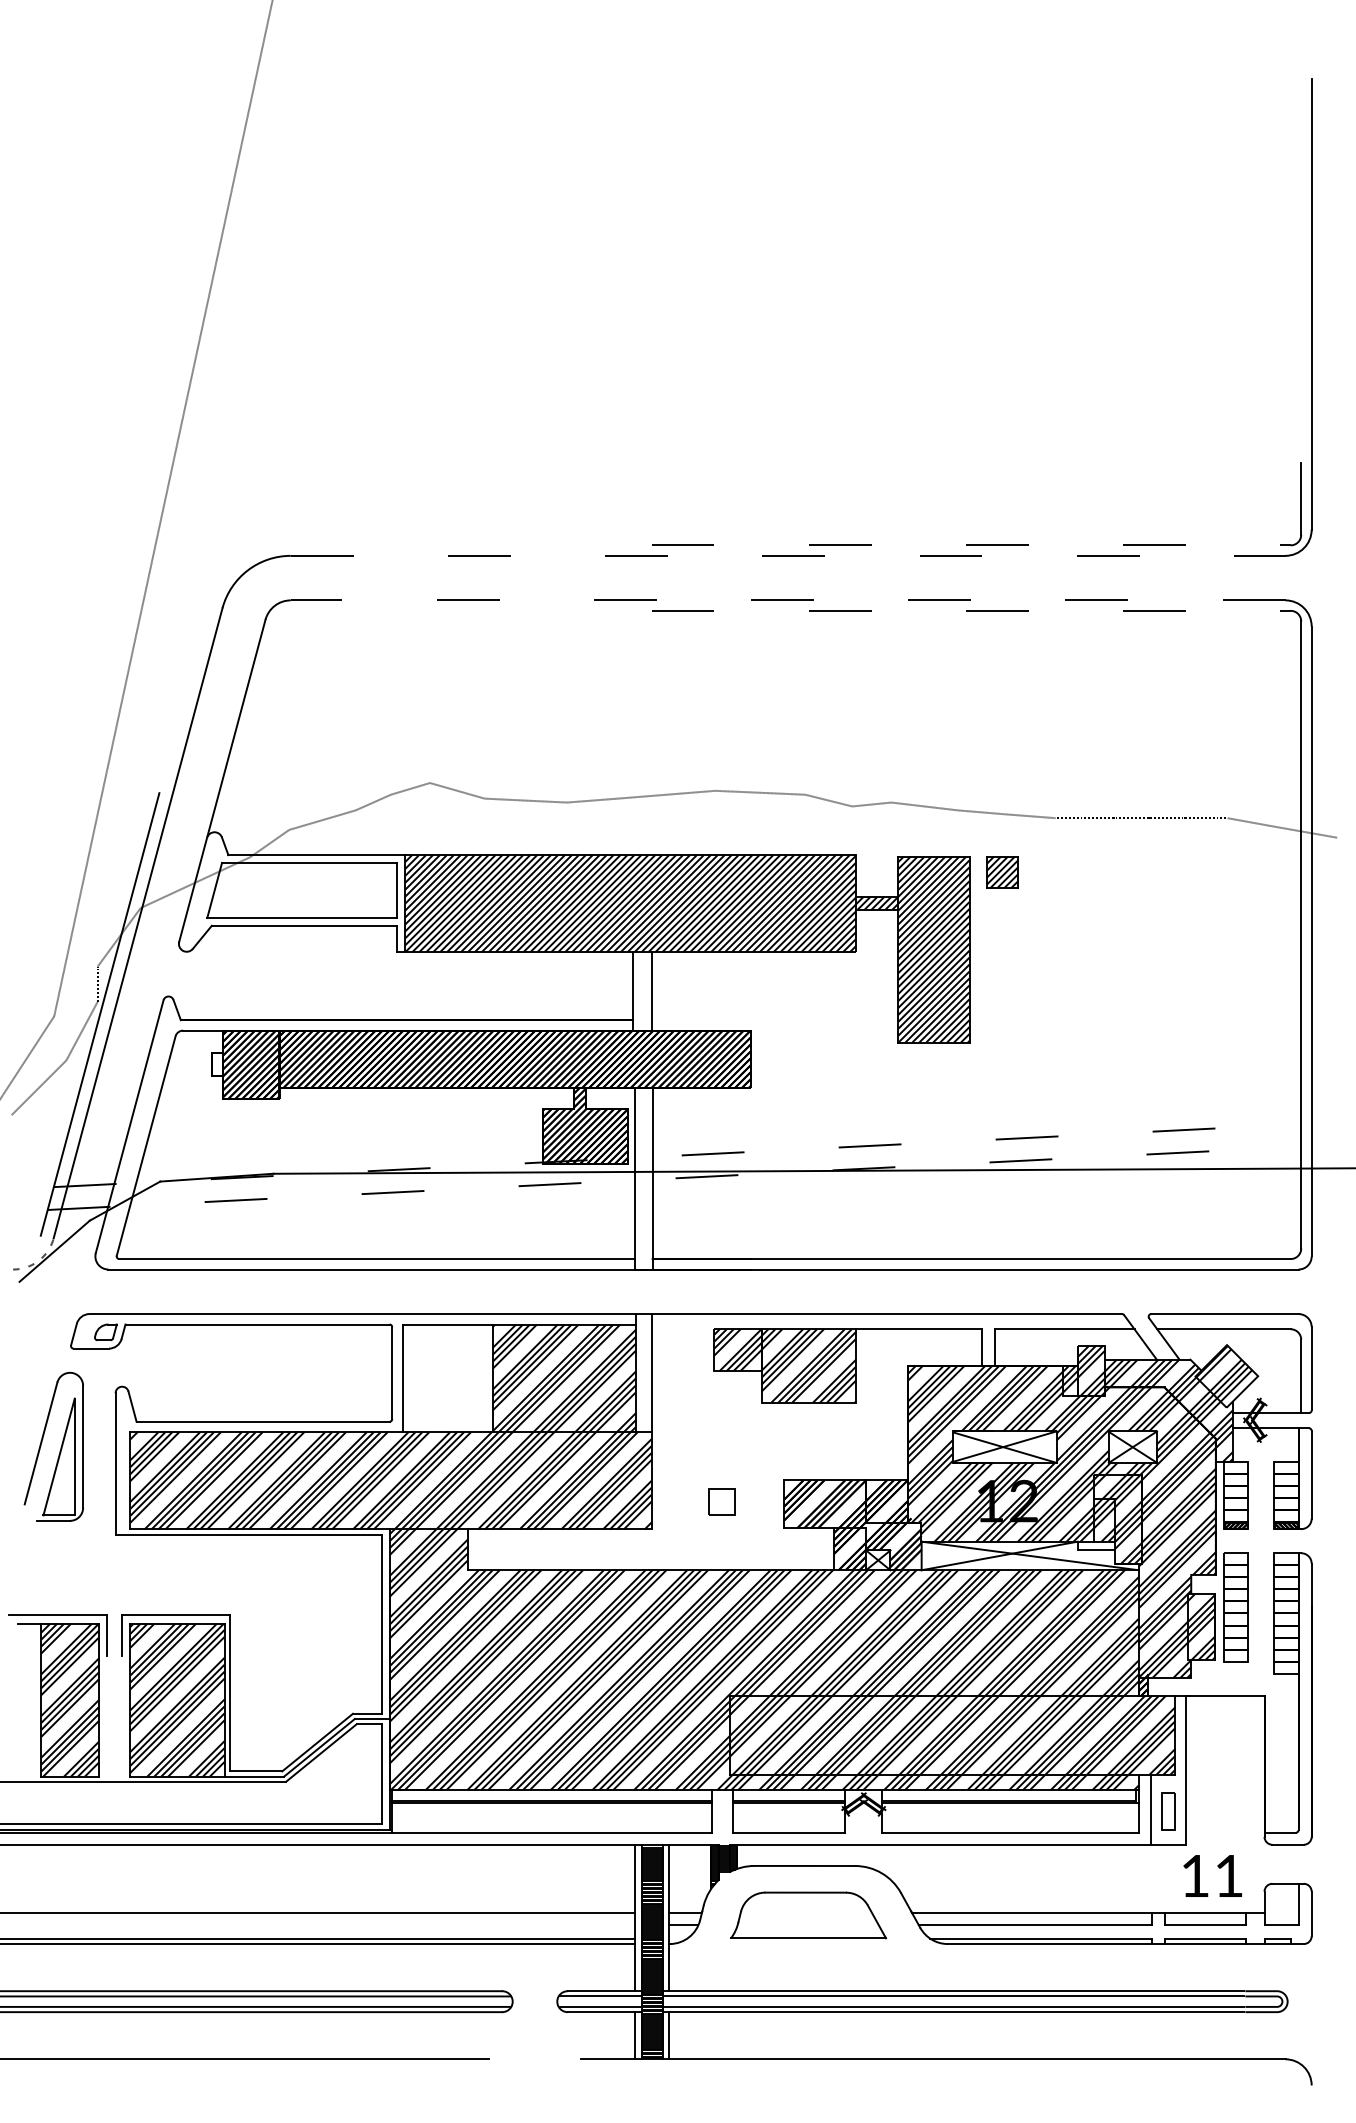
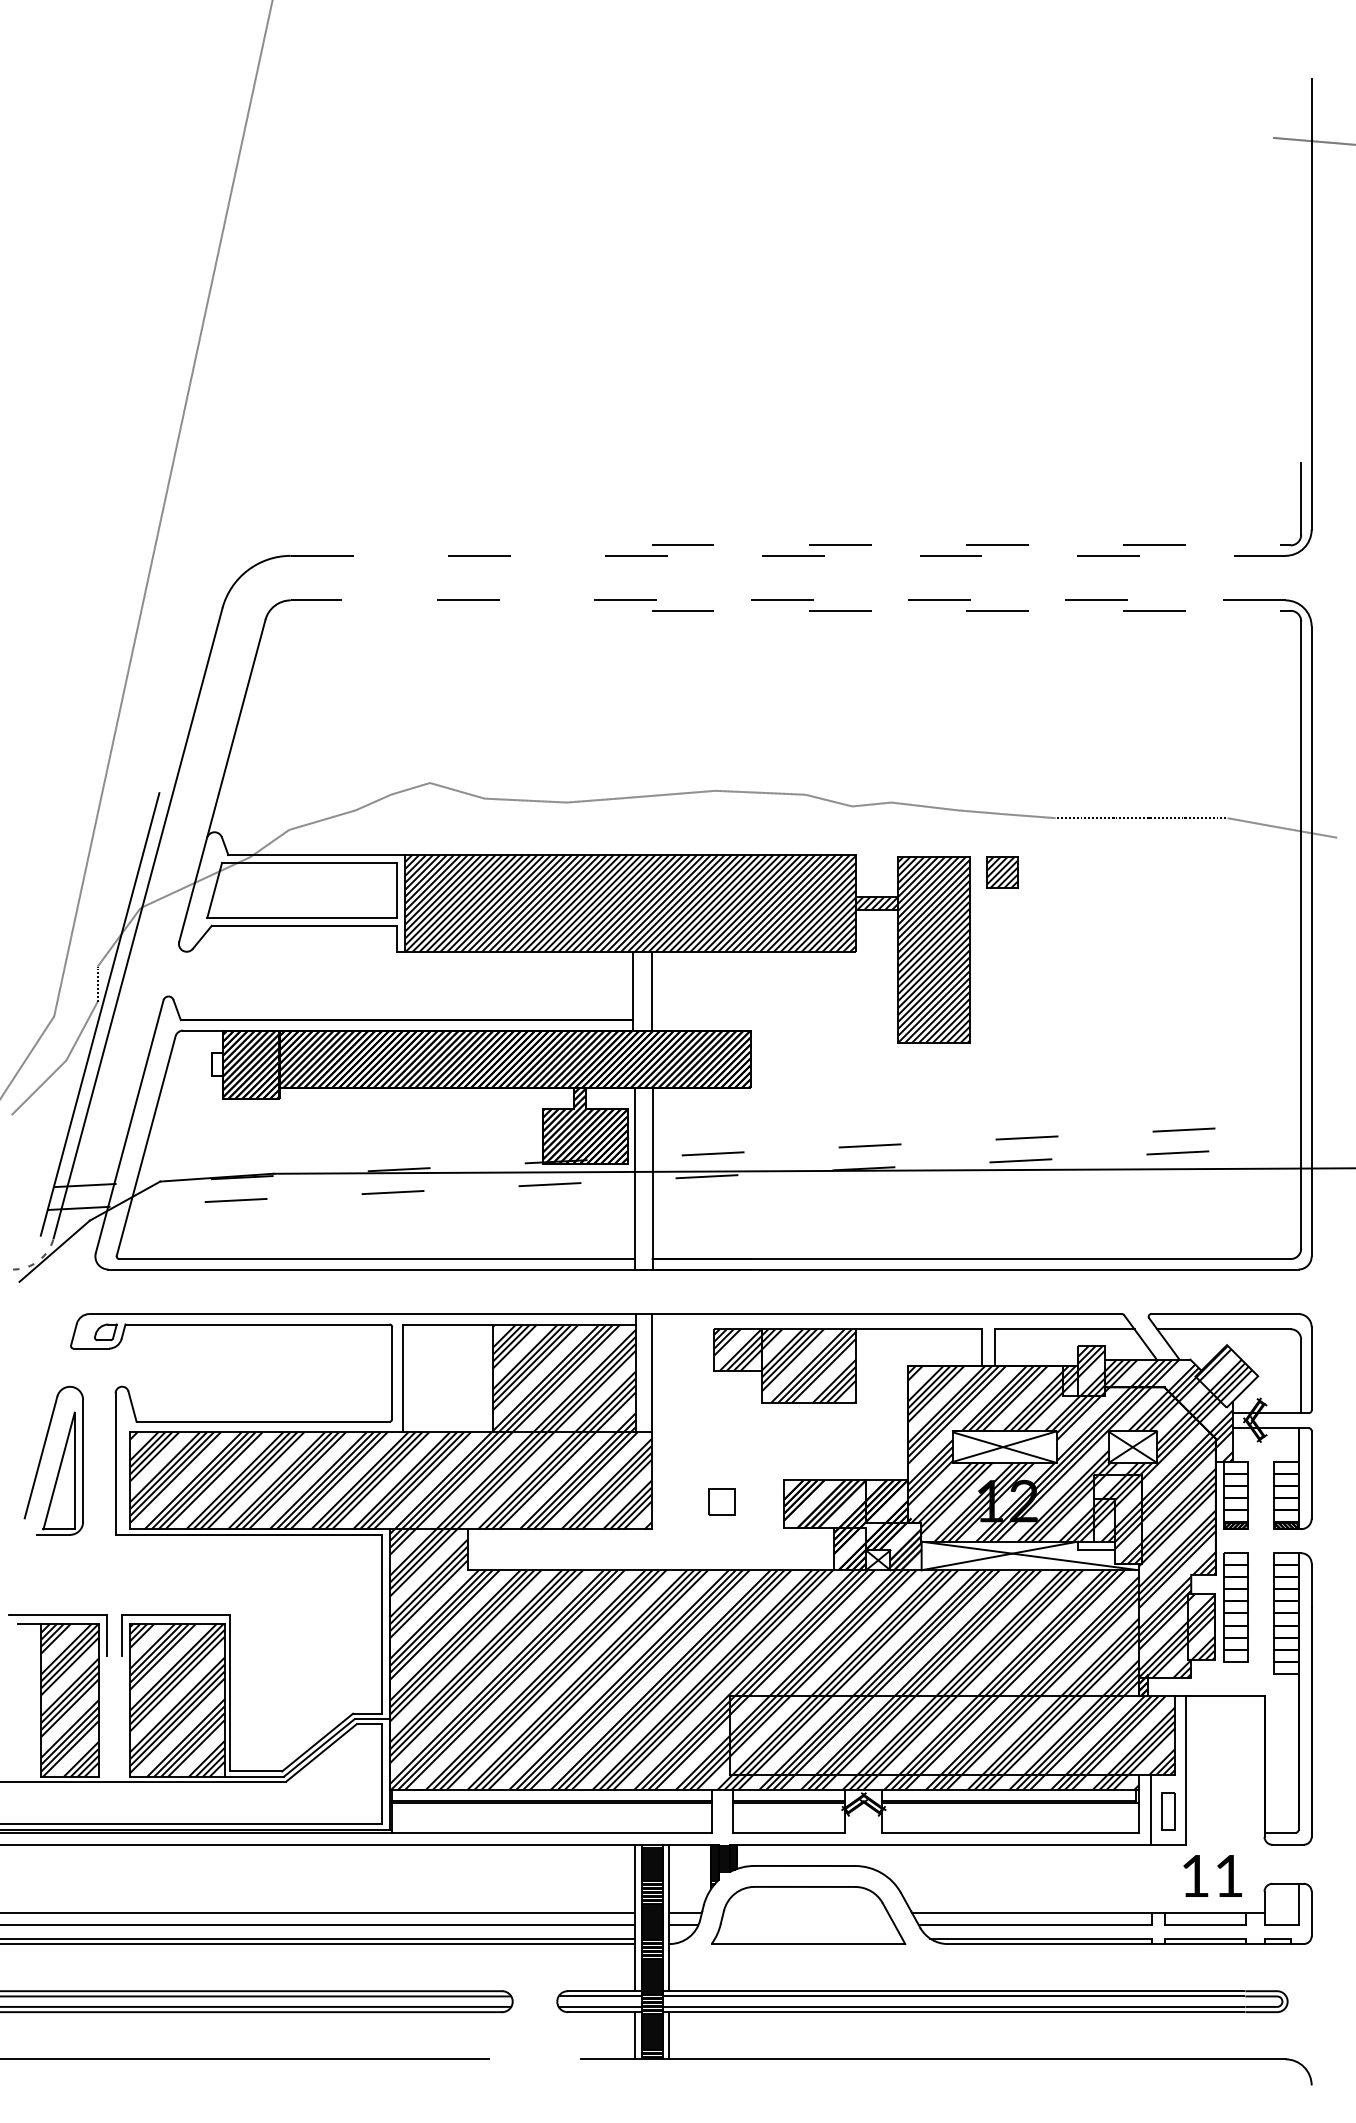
line at (1312, 140): none -> present
part at (60, 1447) position: (60, 1447) -> (60, 1461)
part at (808, 1915) size: 158x49 px -> 196x59 px
line at (318, 1925): none -> present
